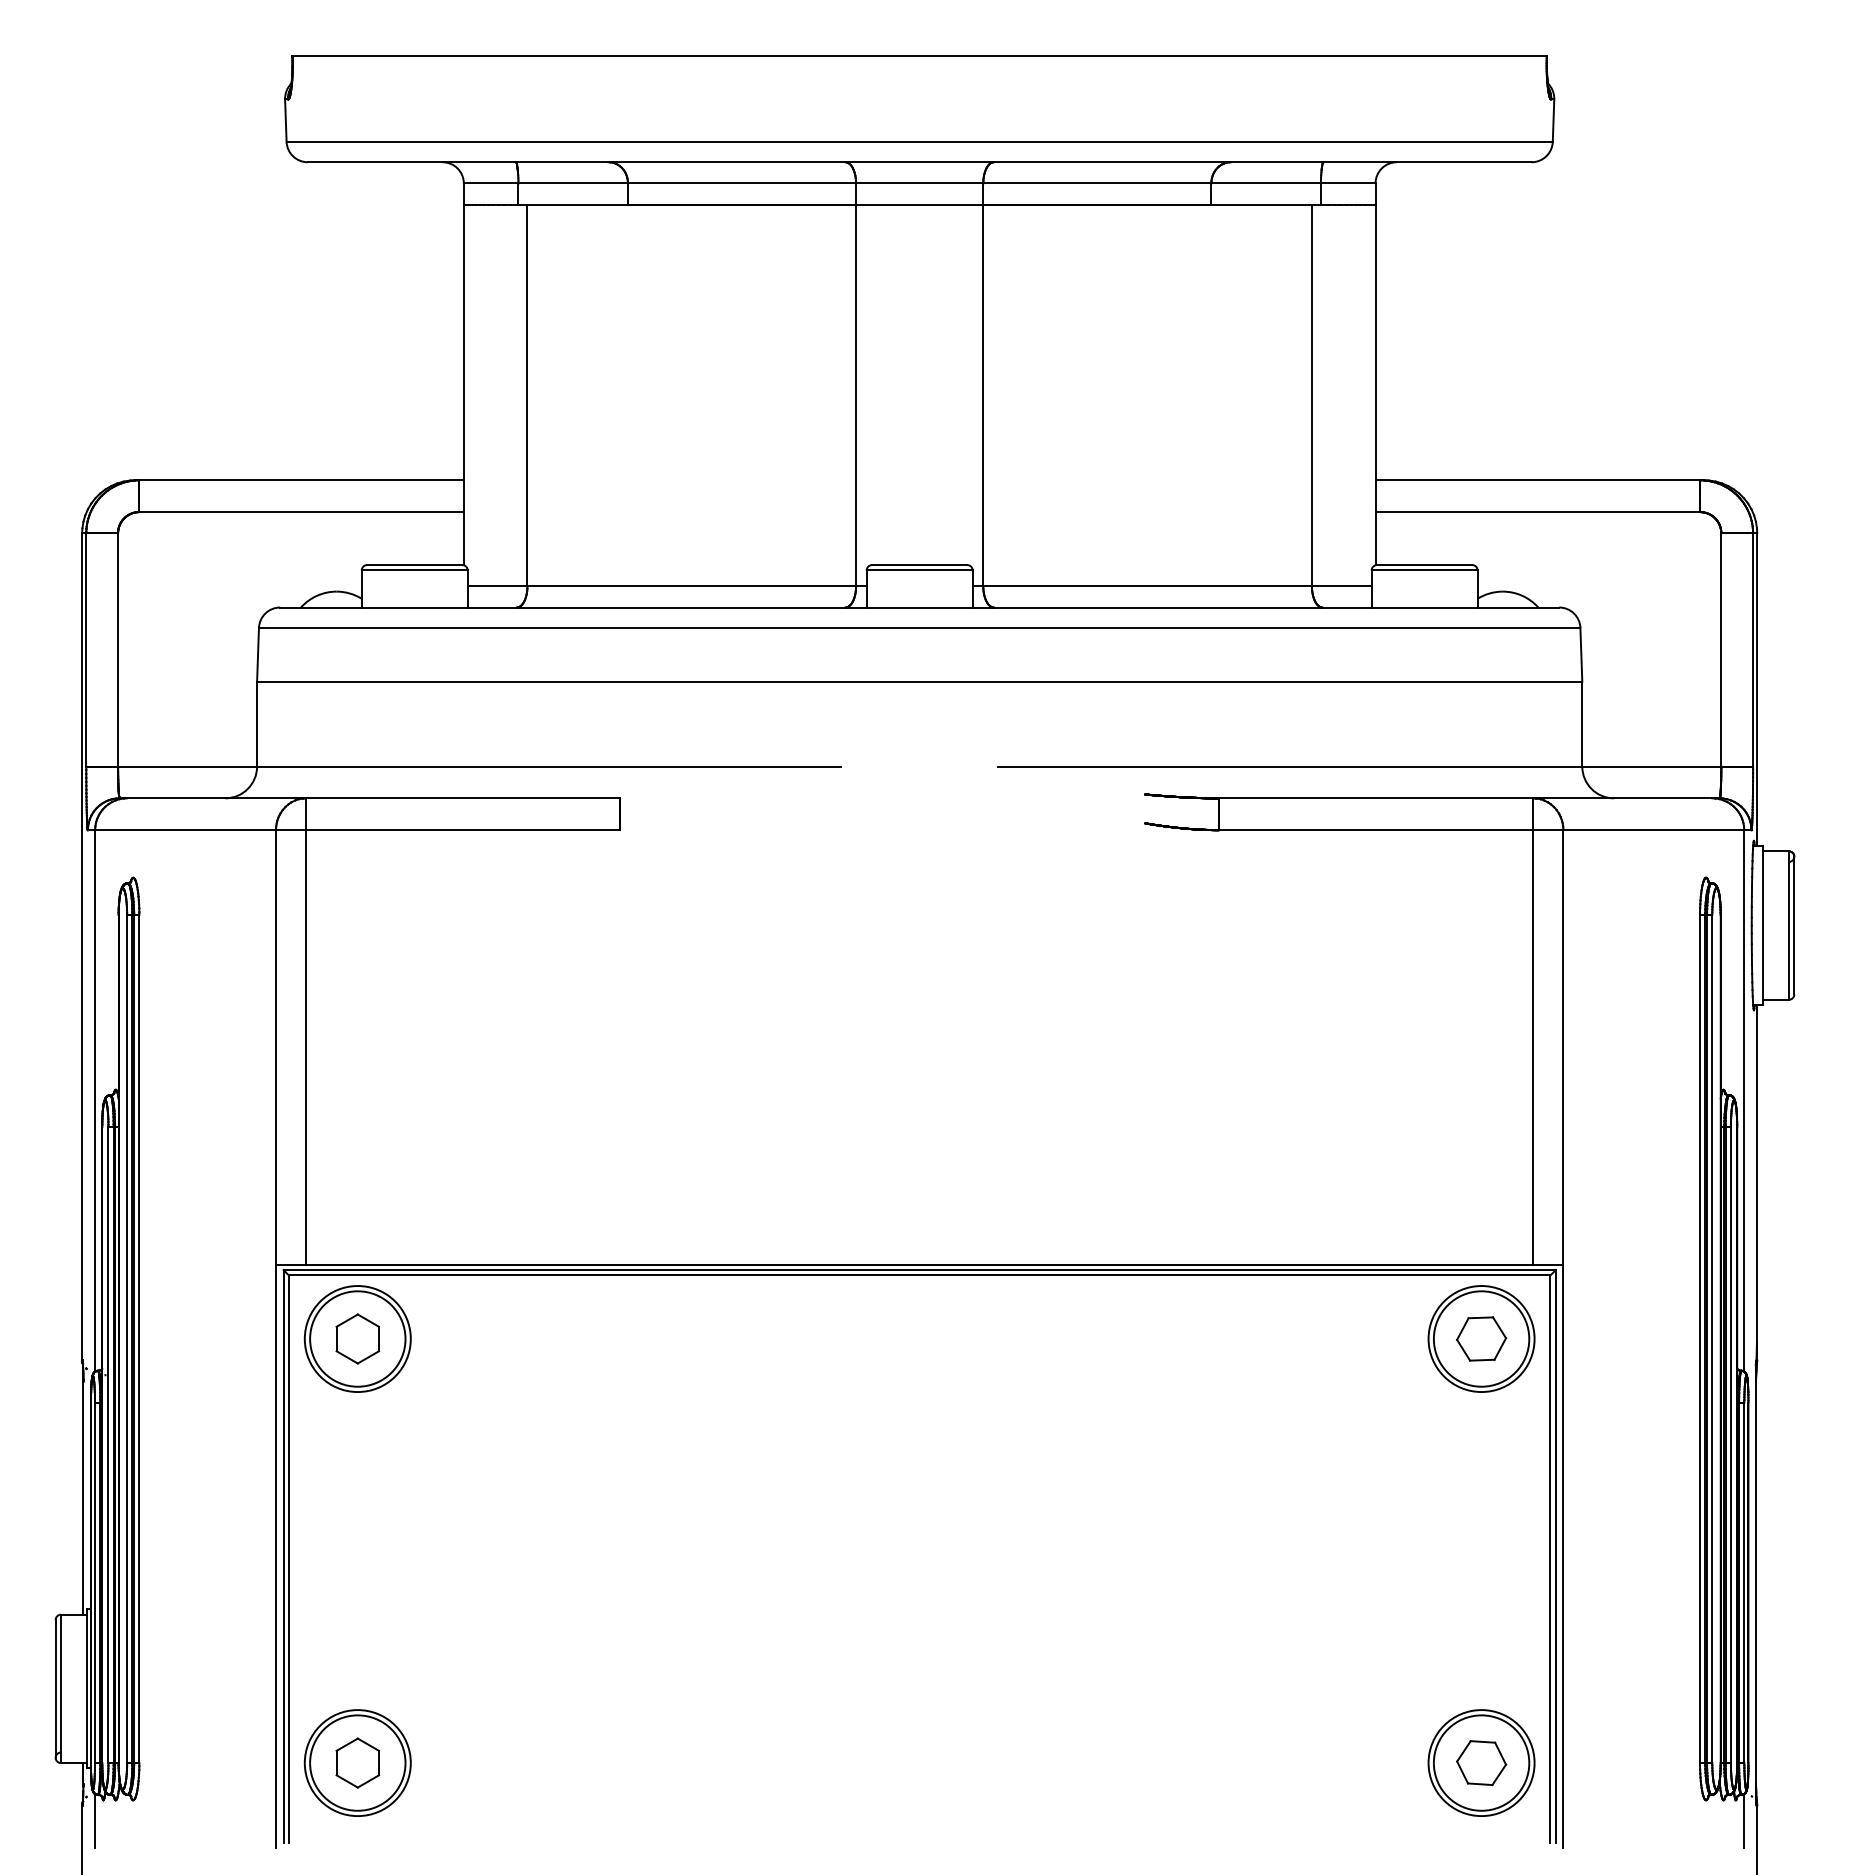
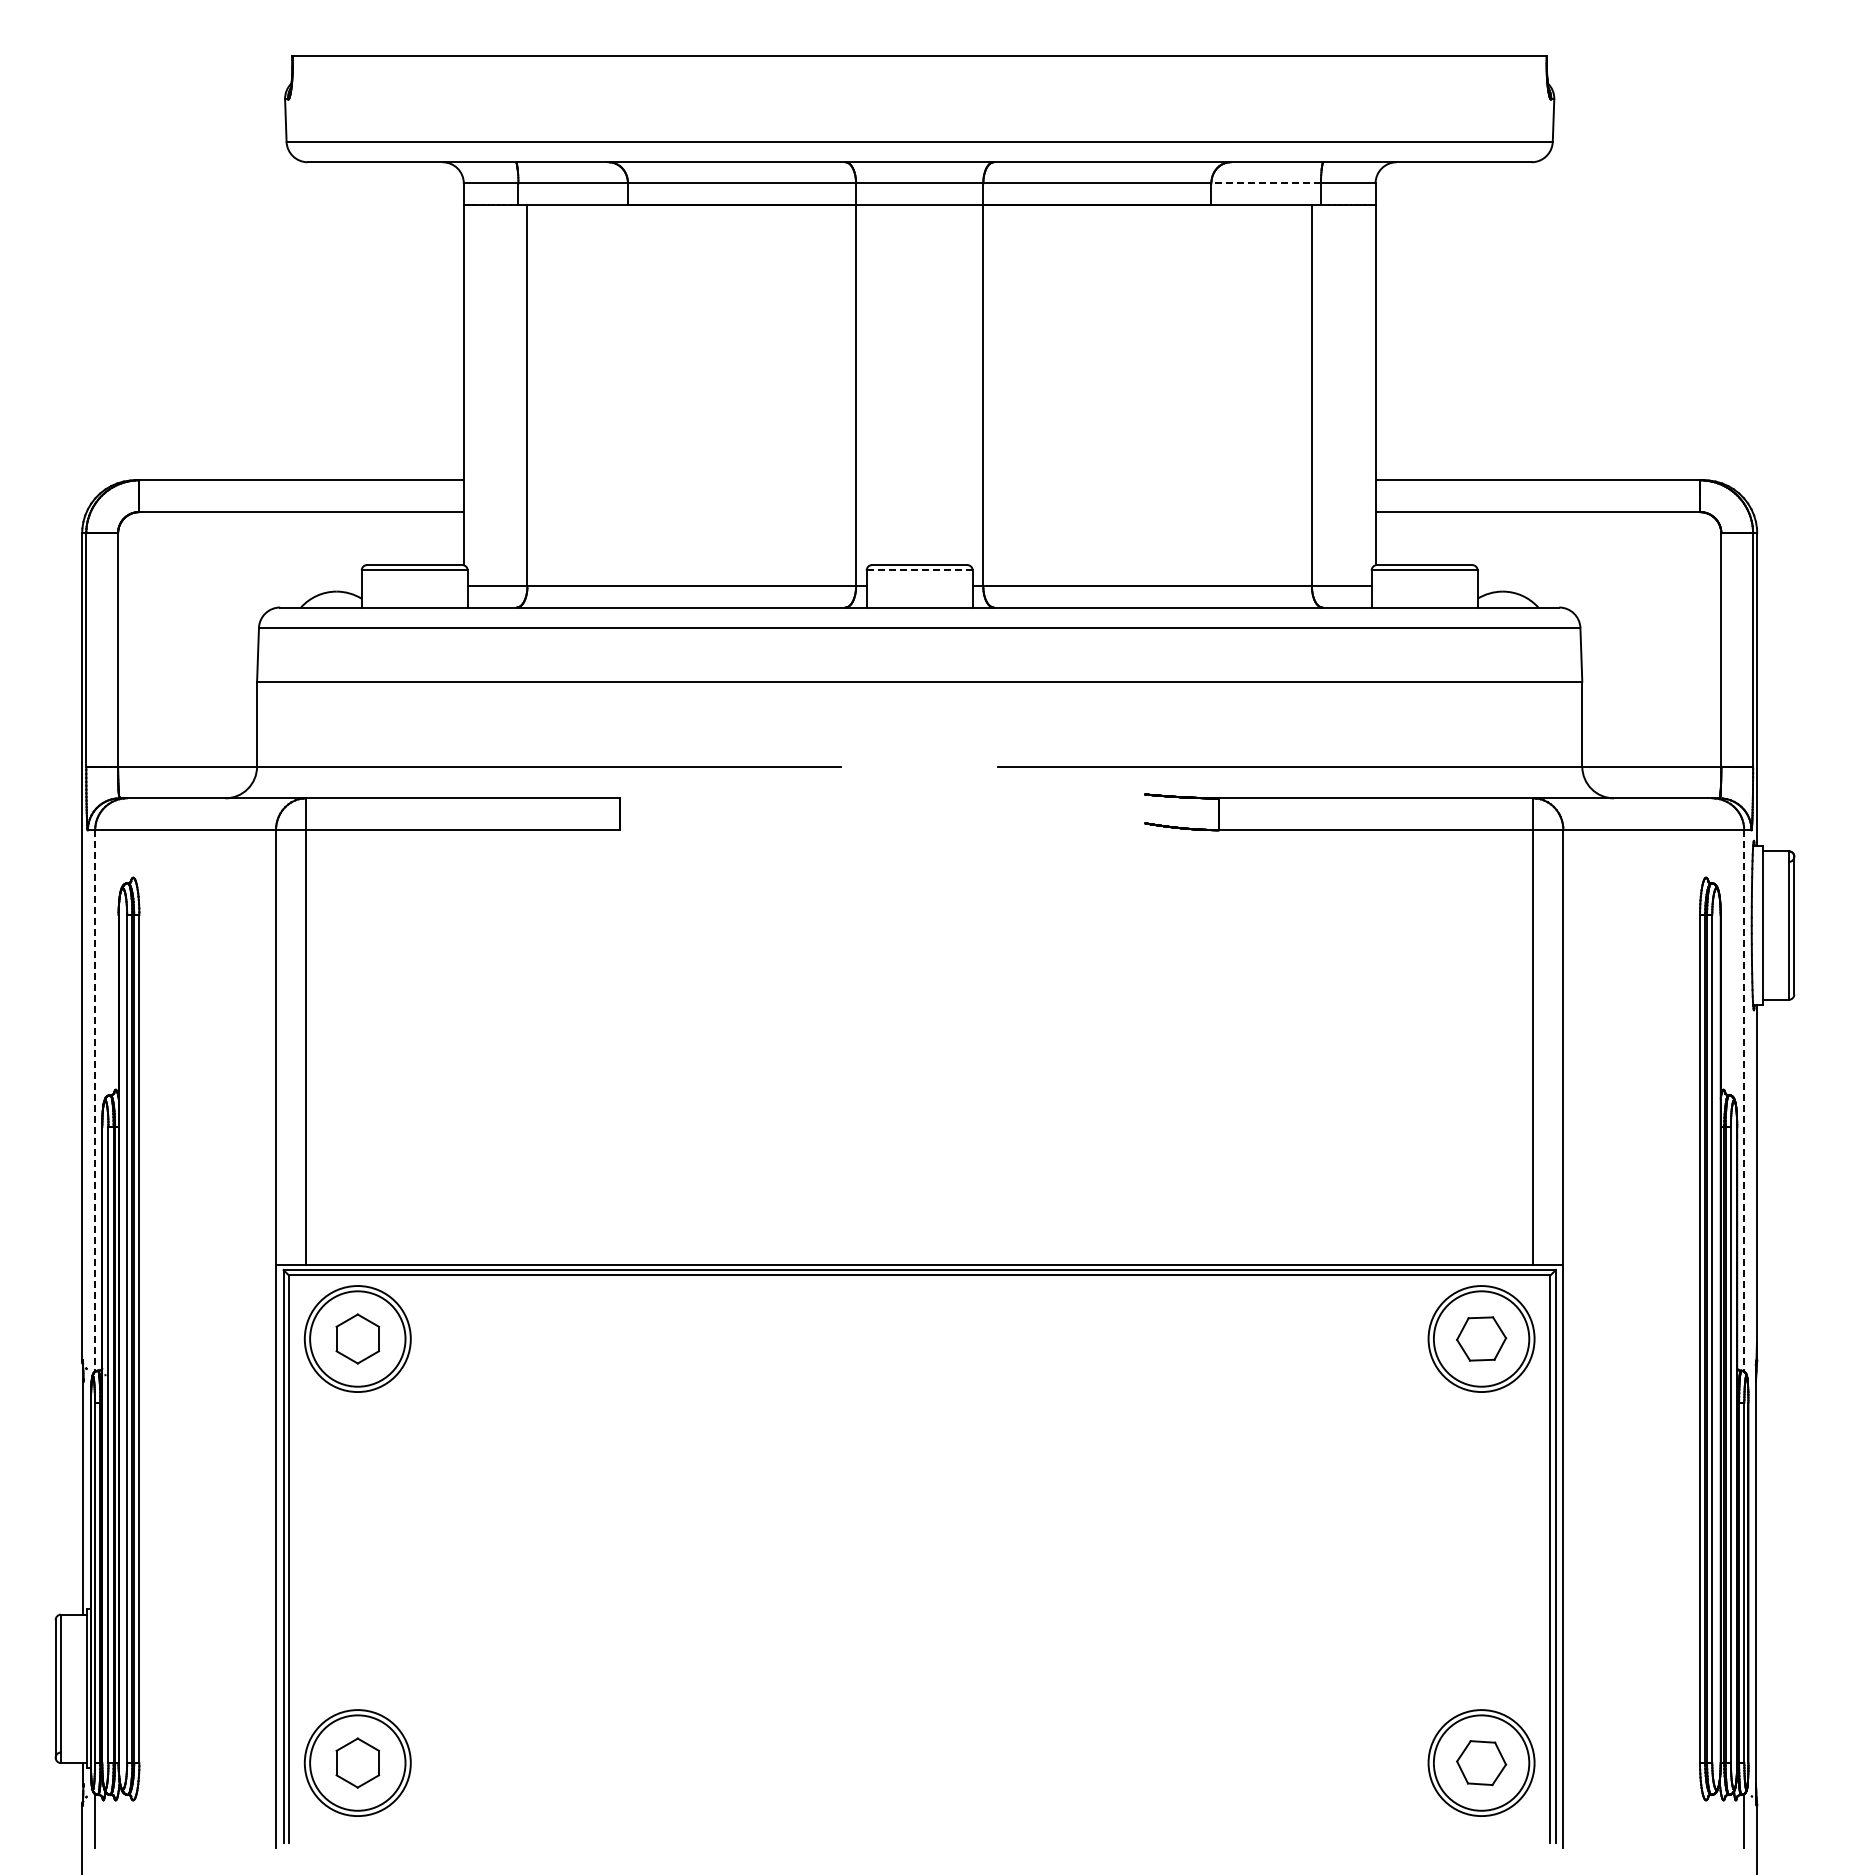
line at (1266, 183): solid -> dashed
line at (919, 570): solid -> dashed
line at (95, 1100): solid -> dashed
line at (1744, 1100): solid -> dashed
